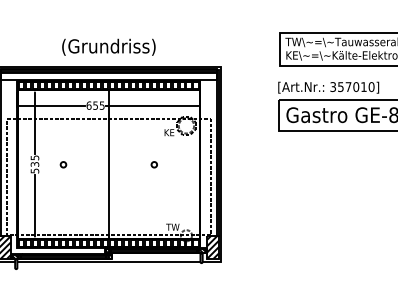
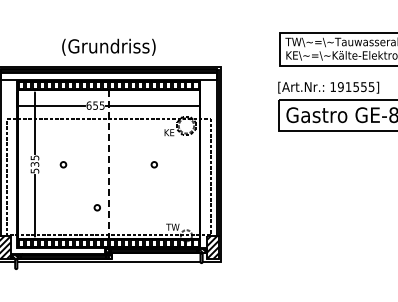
text at (352, 87): 357010] -> 191555]
line at (108, 165): solid -> dashed
circle at (96, 207): none -> present
